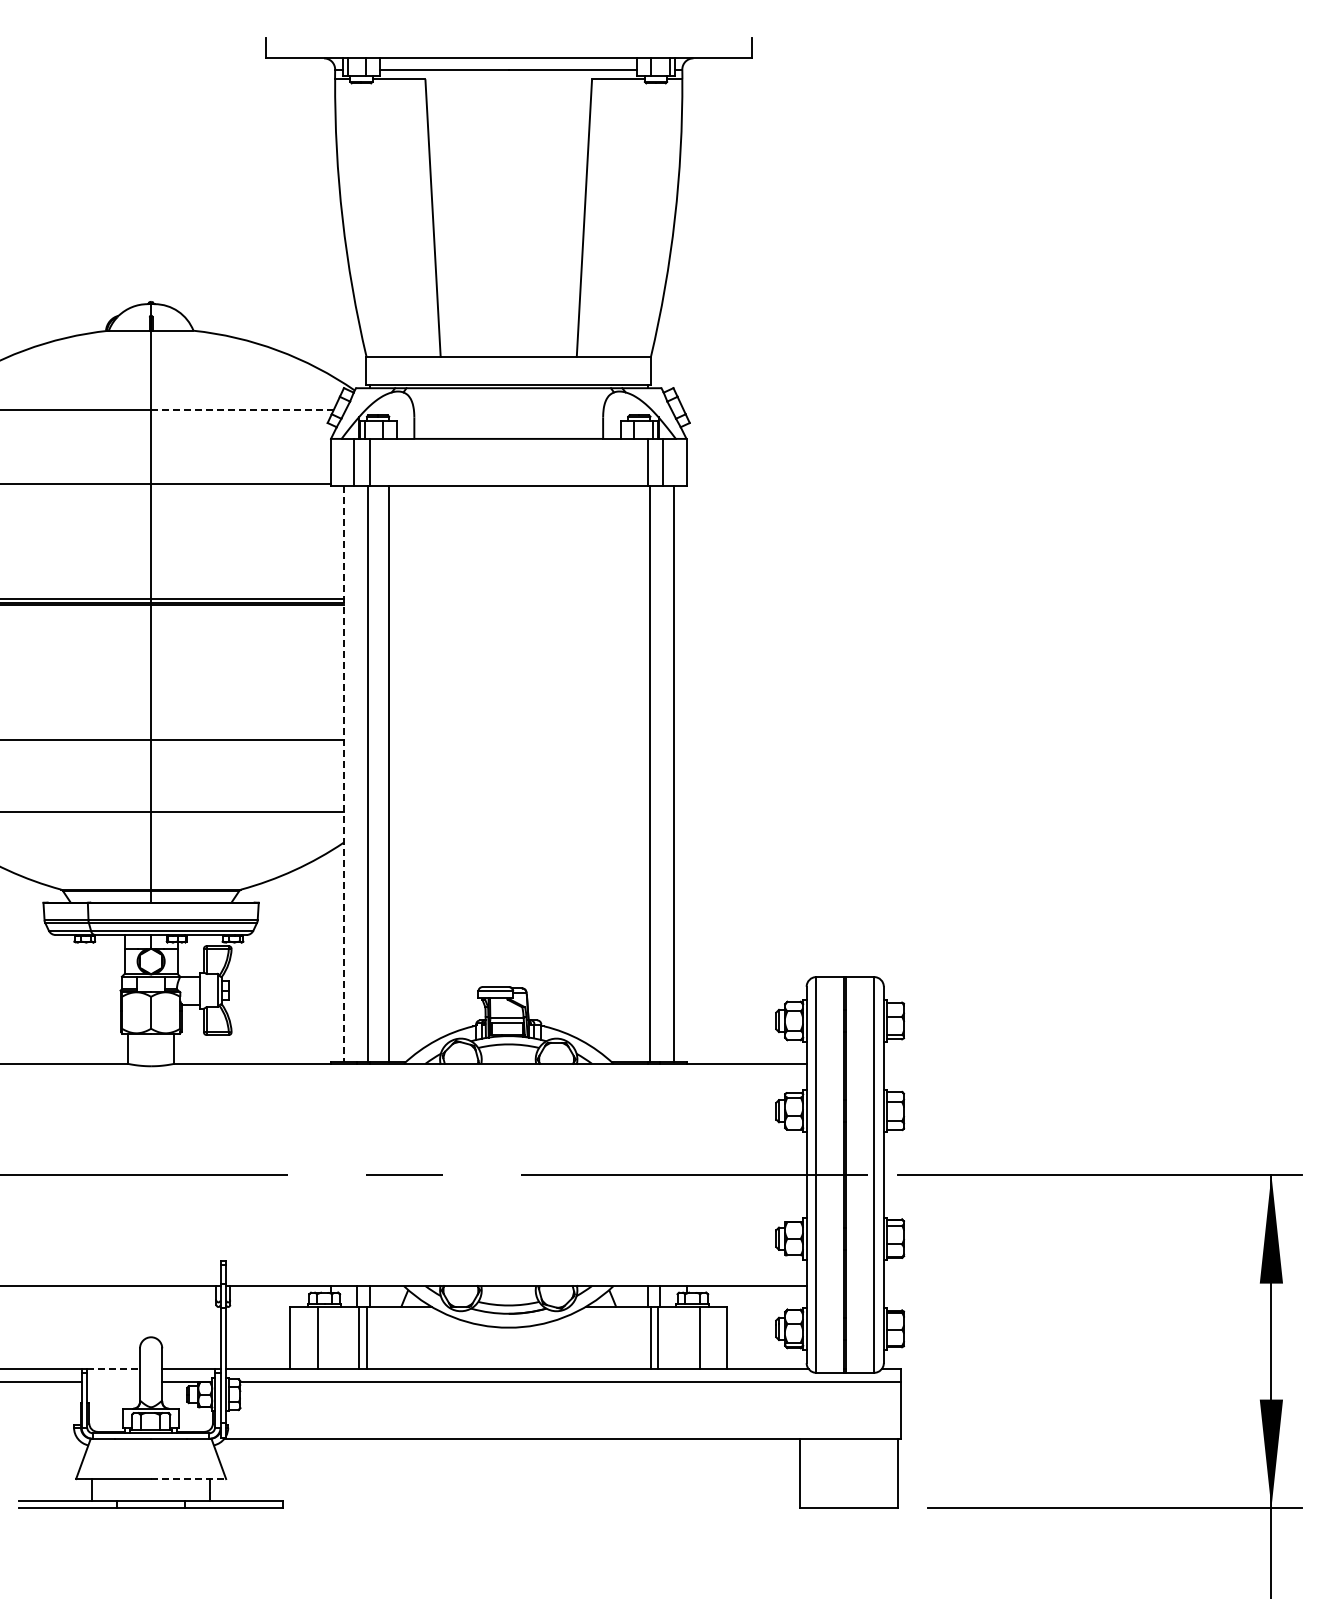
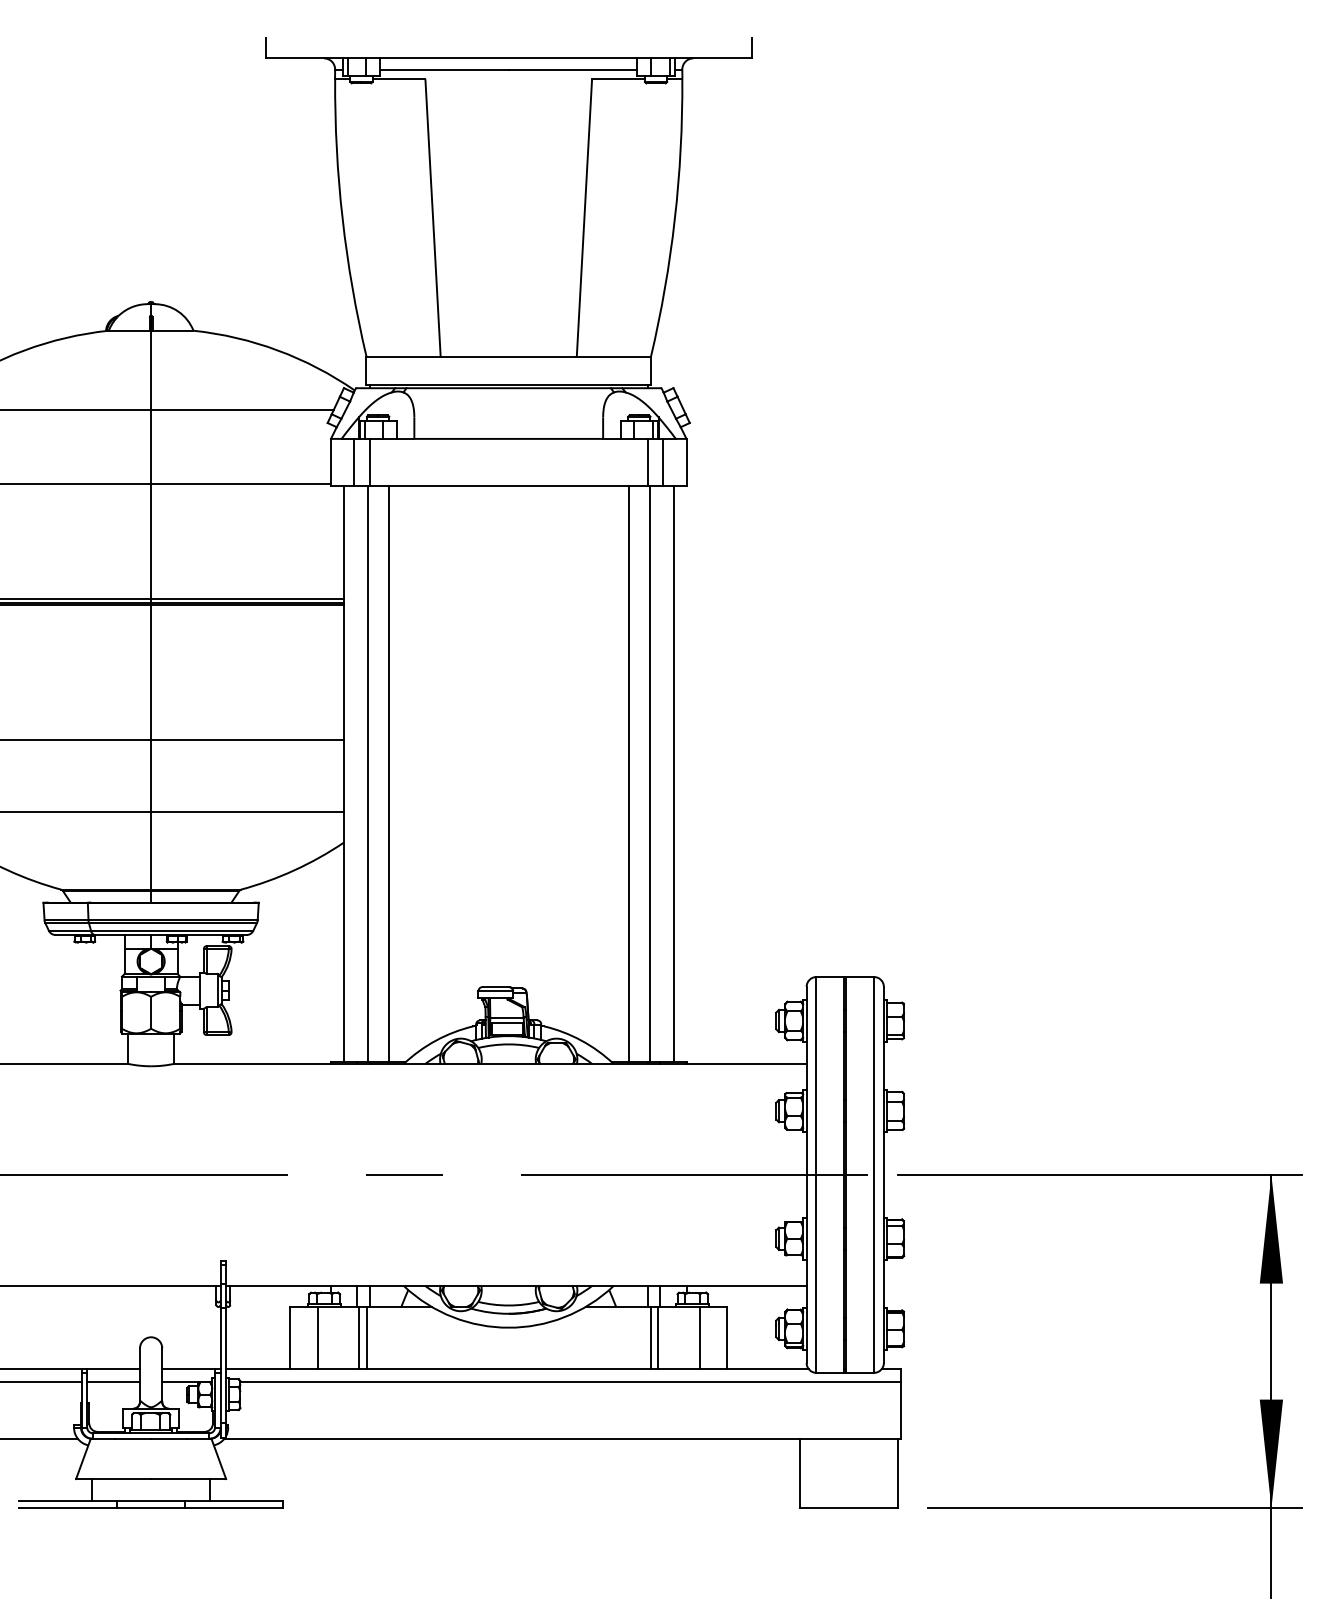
line at (242, 409): dashed -> solid
line at (343, 774): dashed -> solid
line at (628, 774): none -> present
line at (114, 1369): dashed -> solid
line at (113, 1381): none -> present
line at (39, 1438): none -> present
line at (188, 1479): dashed -> solid
